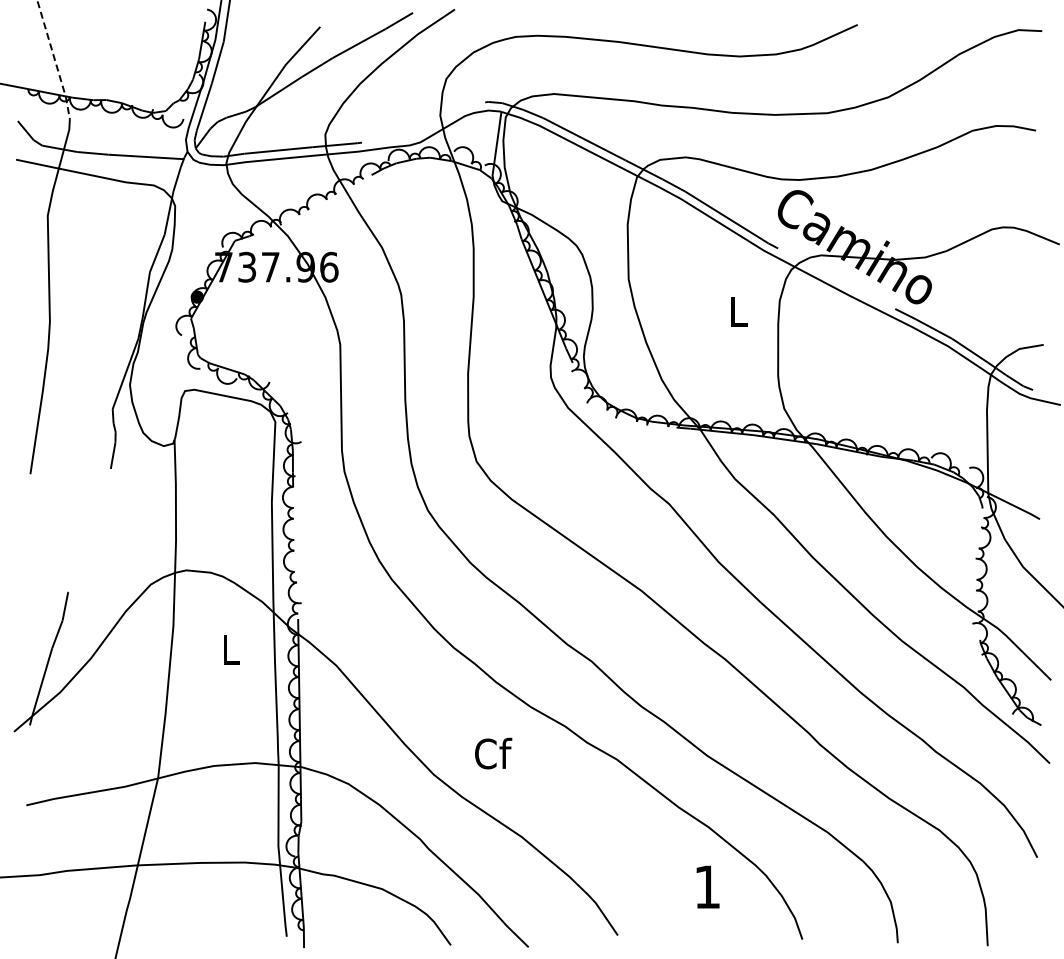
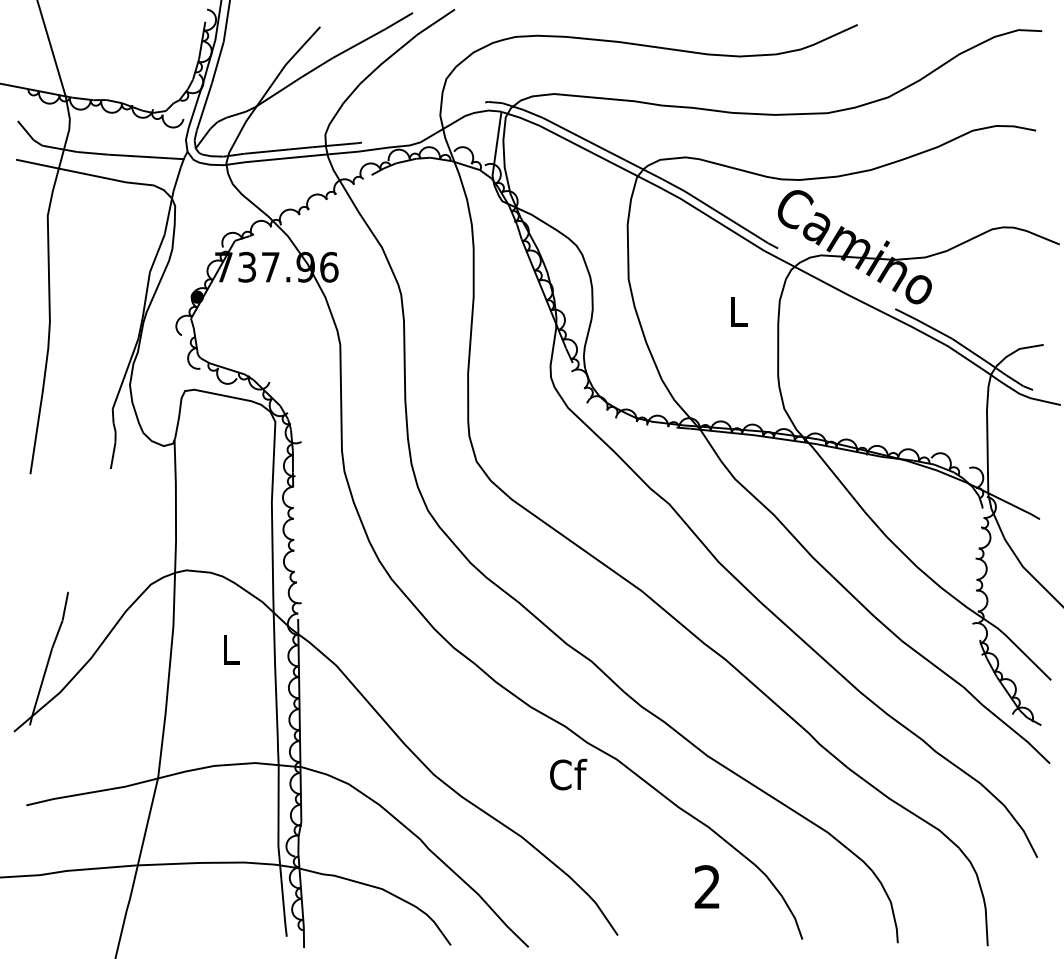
line at (55, 60): dashed -> solid
text at (493, 753) position: (493, 753) -> (568, 774)
text at (706, 886): 1 -> 2
